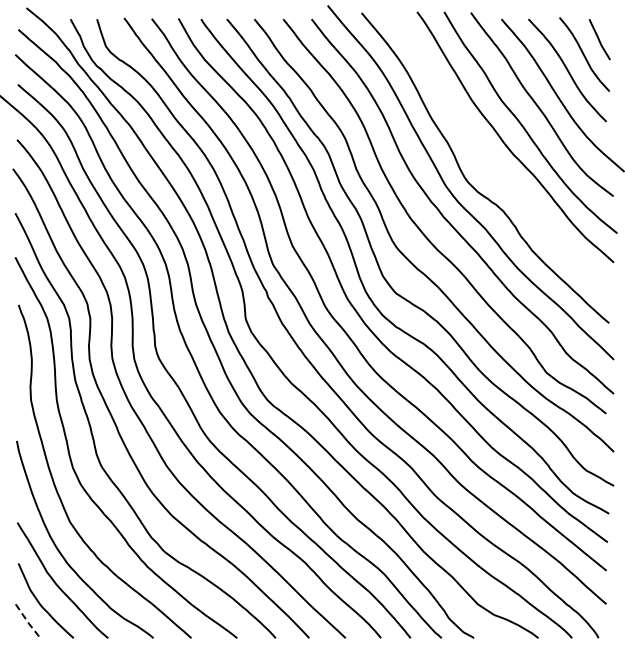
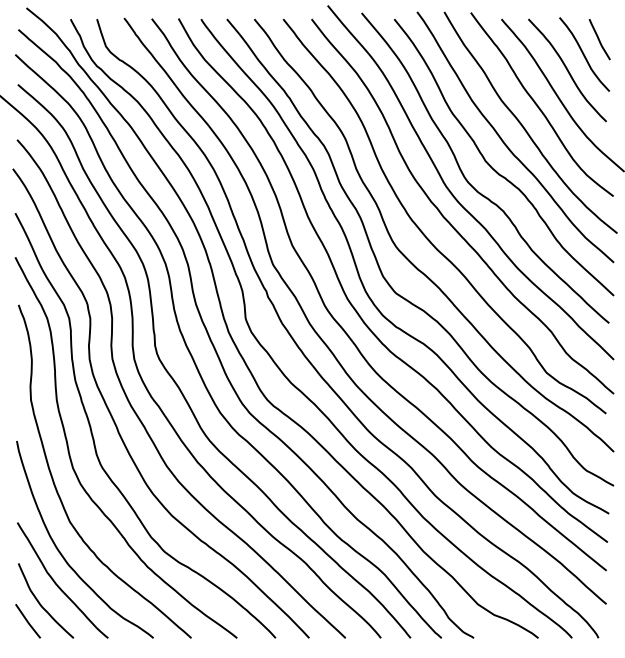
curve at (491, 165): none -> present
line at (28, 622): dashed -> solid
